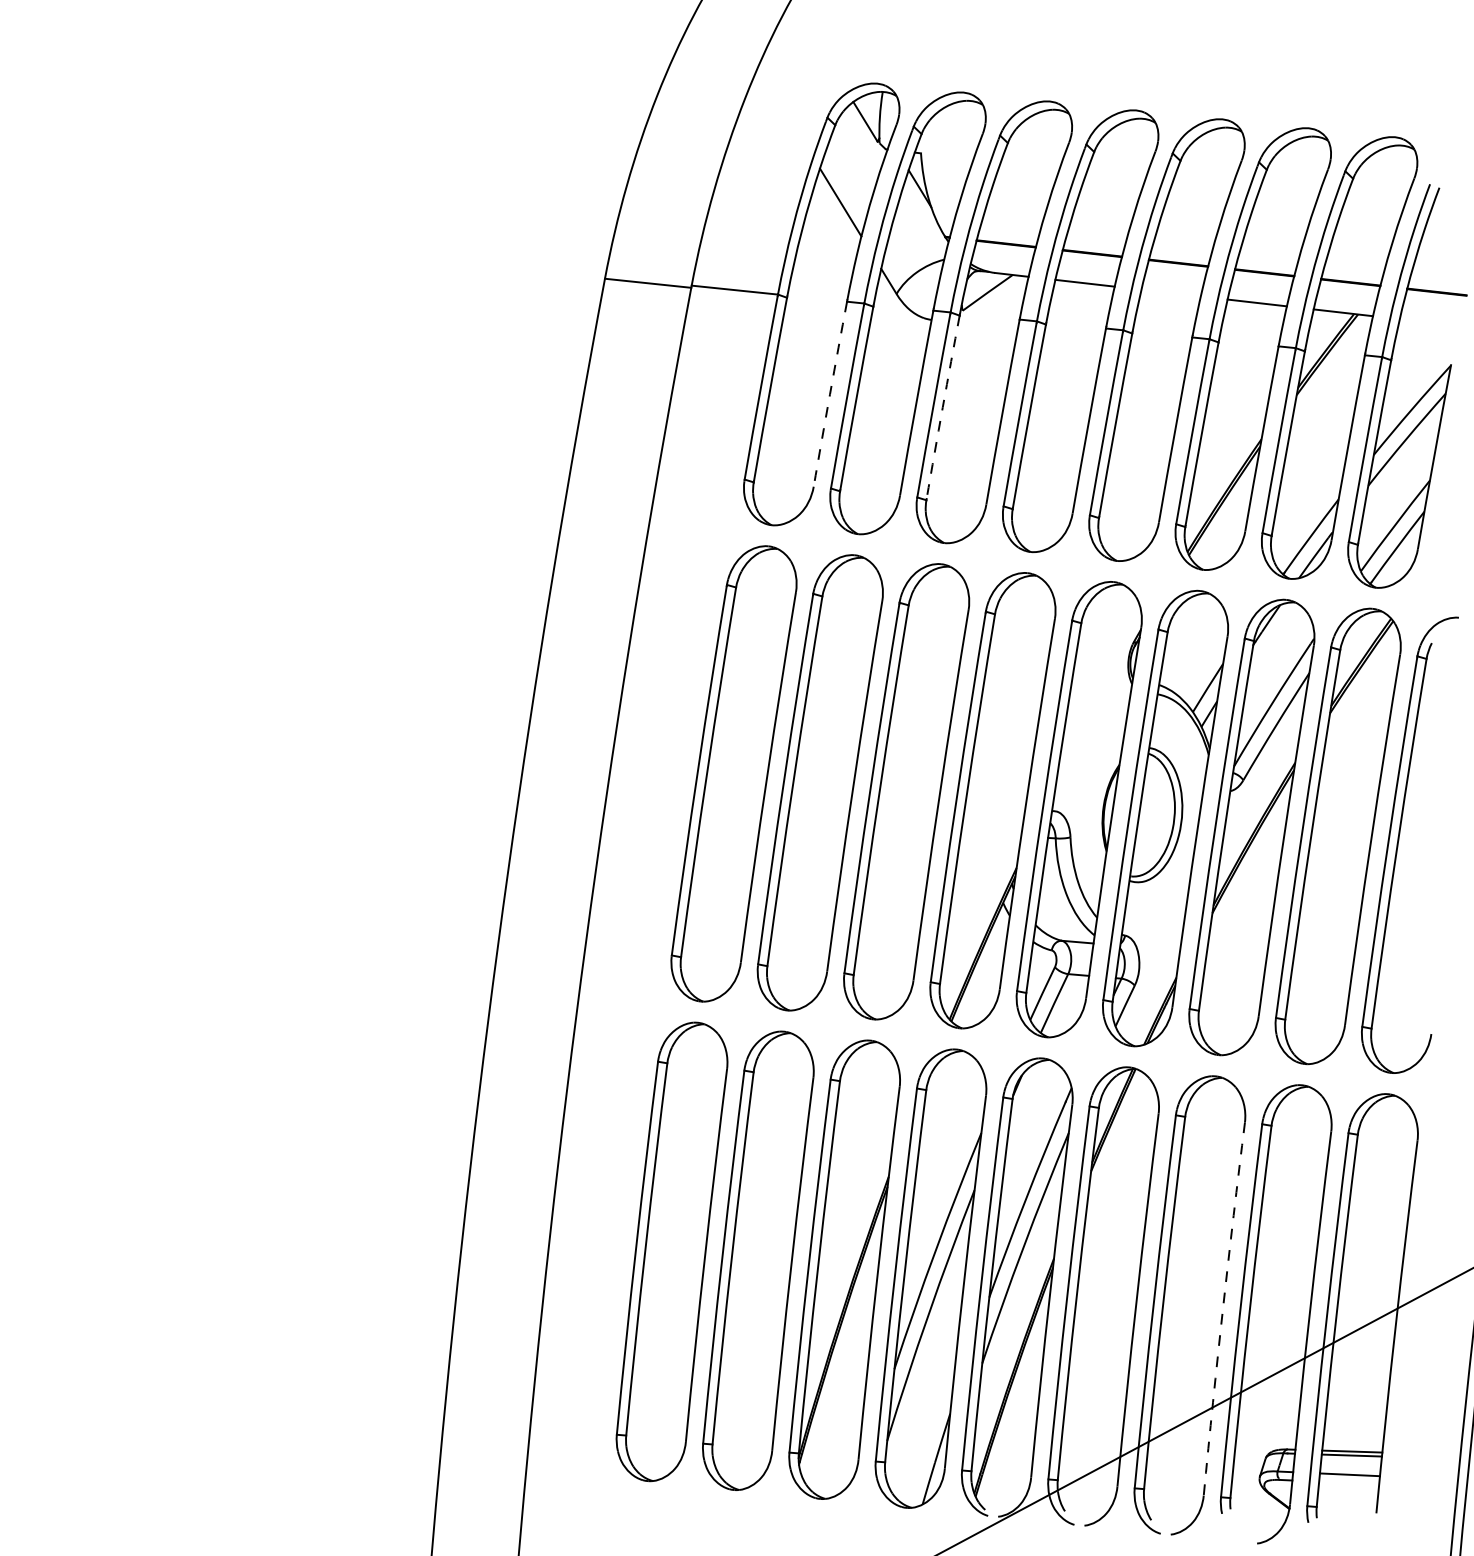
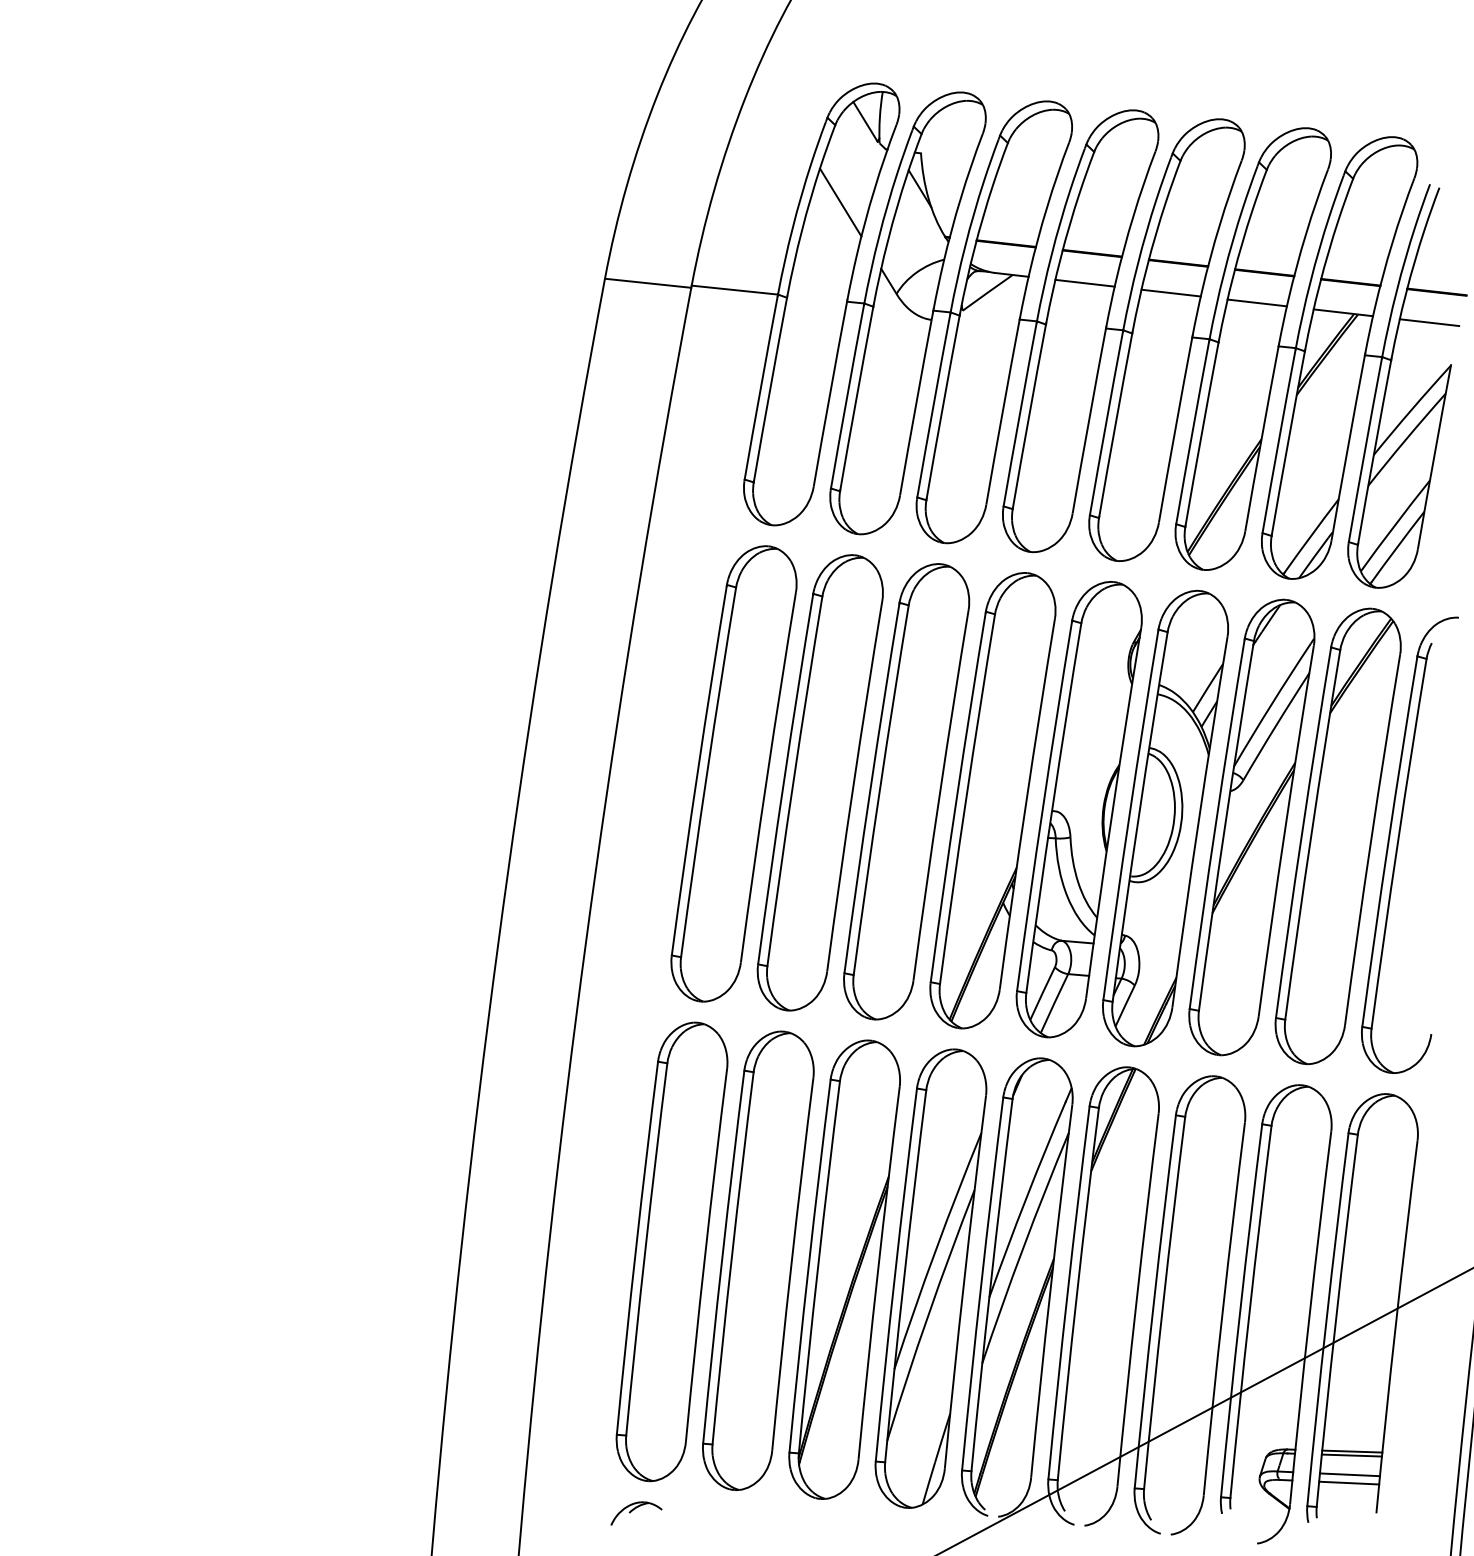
line at (1170, 292): none -> present
line at (1429, 322): none -> present
arc at (830, 394): dashed -> solid
arc at (942, 407): dashed -> solid
arc at (1223, 1308): dashed -> solid
line at (1349, 1482): none -> present
part at (636, 1513): none -> present
